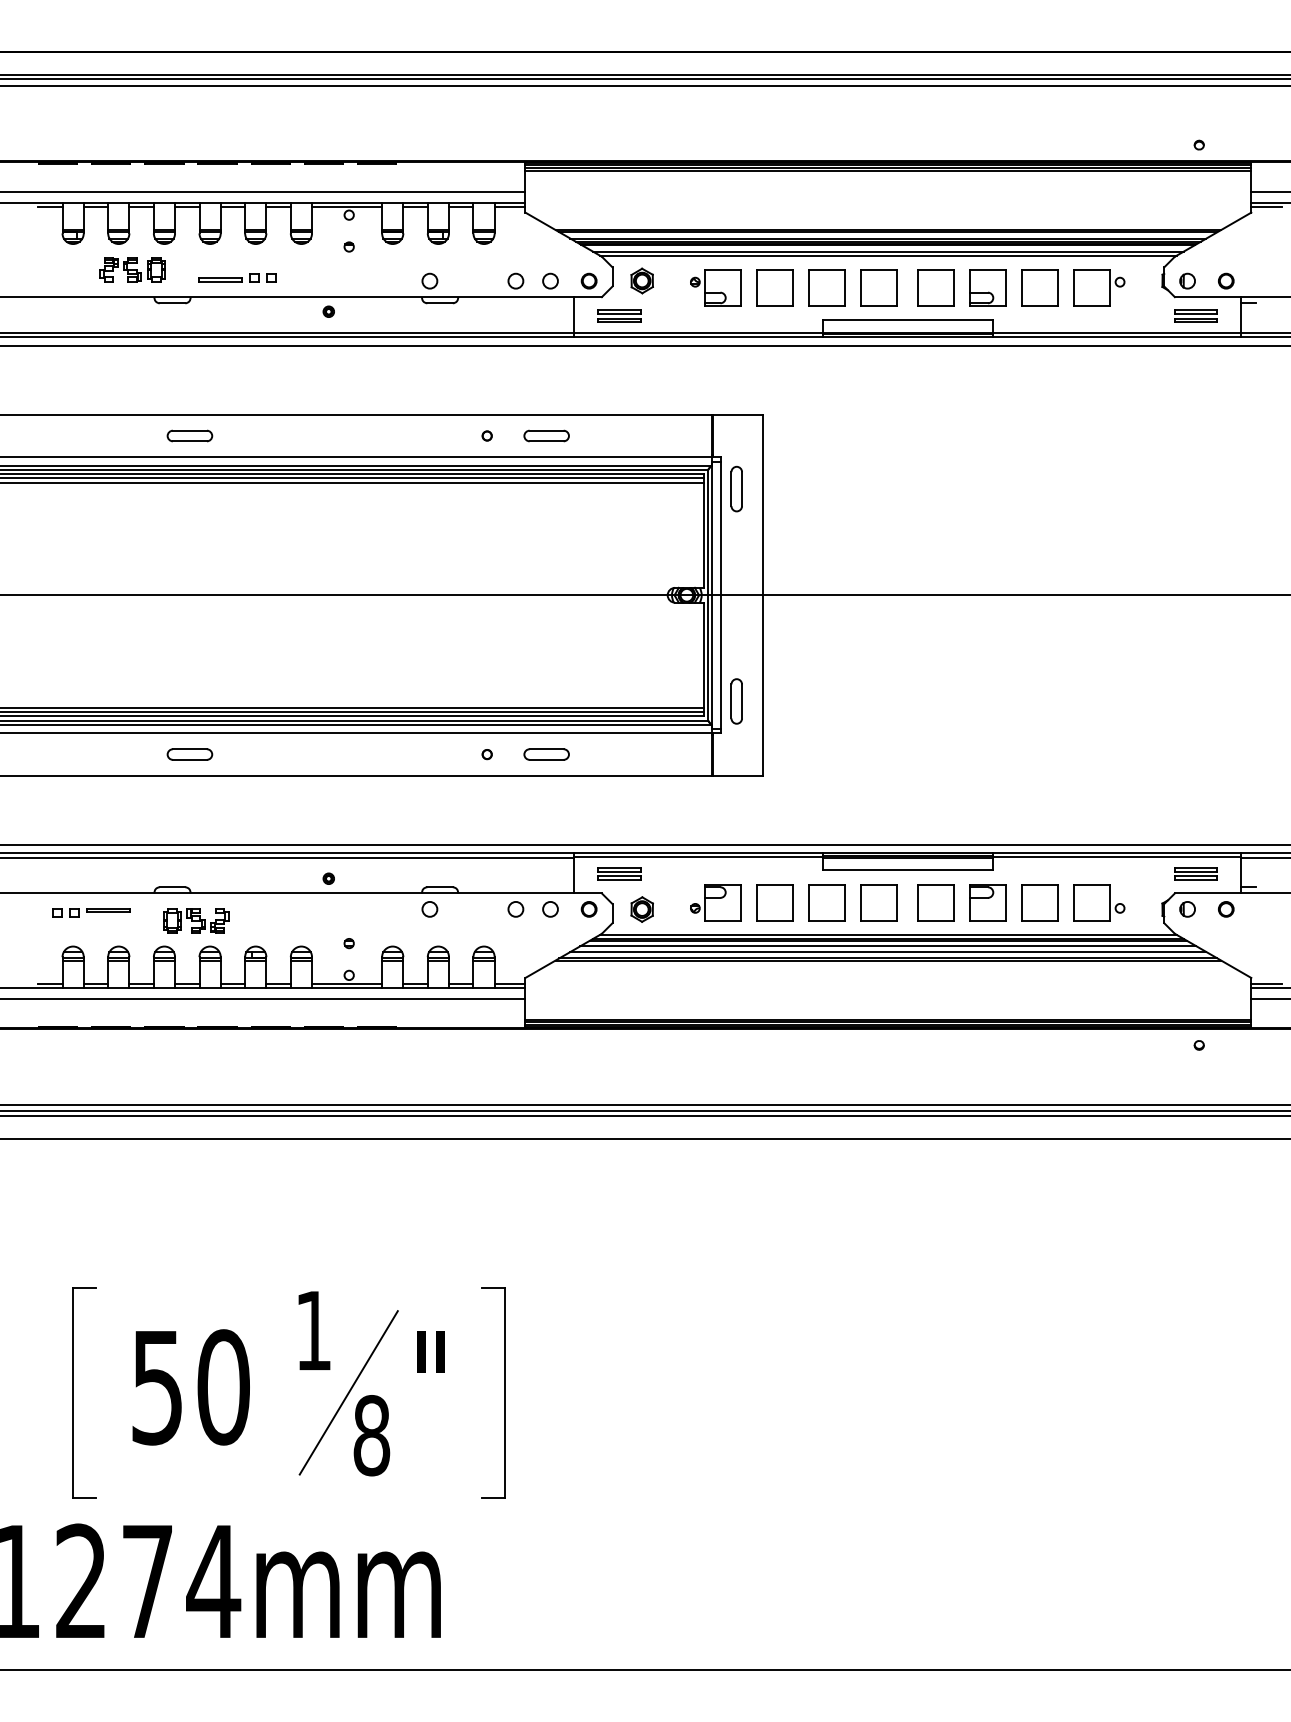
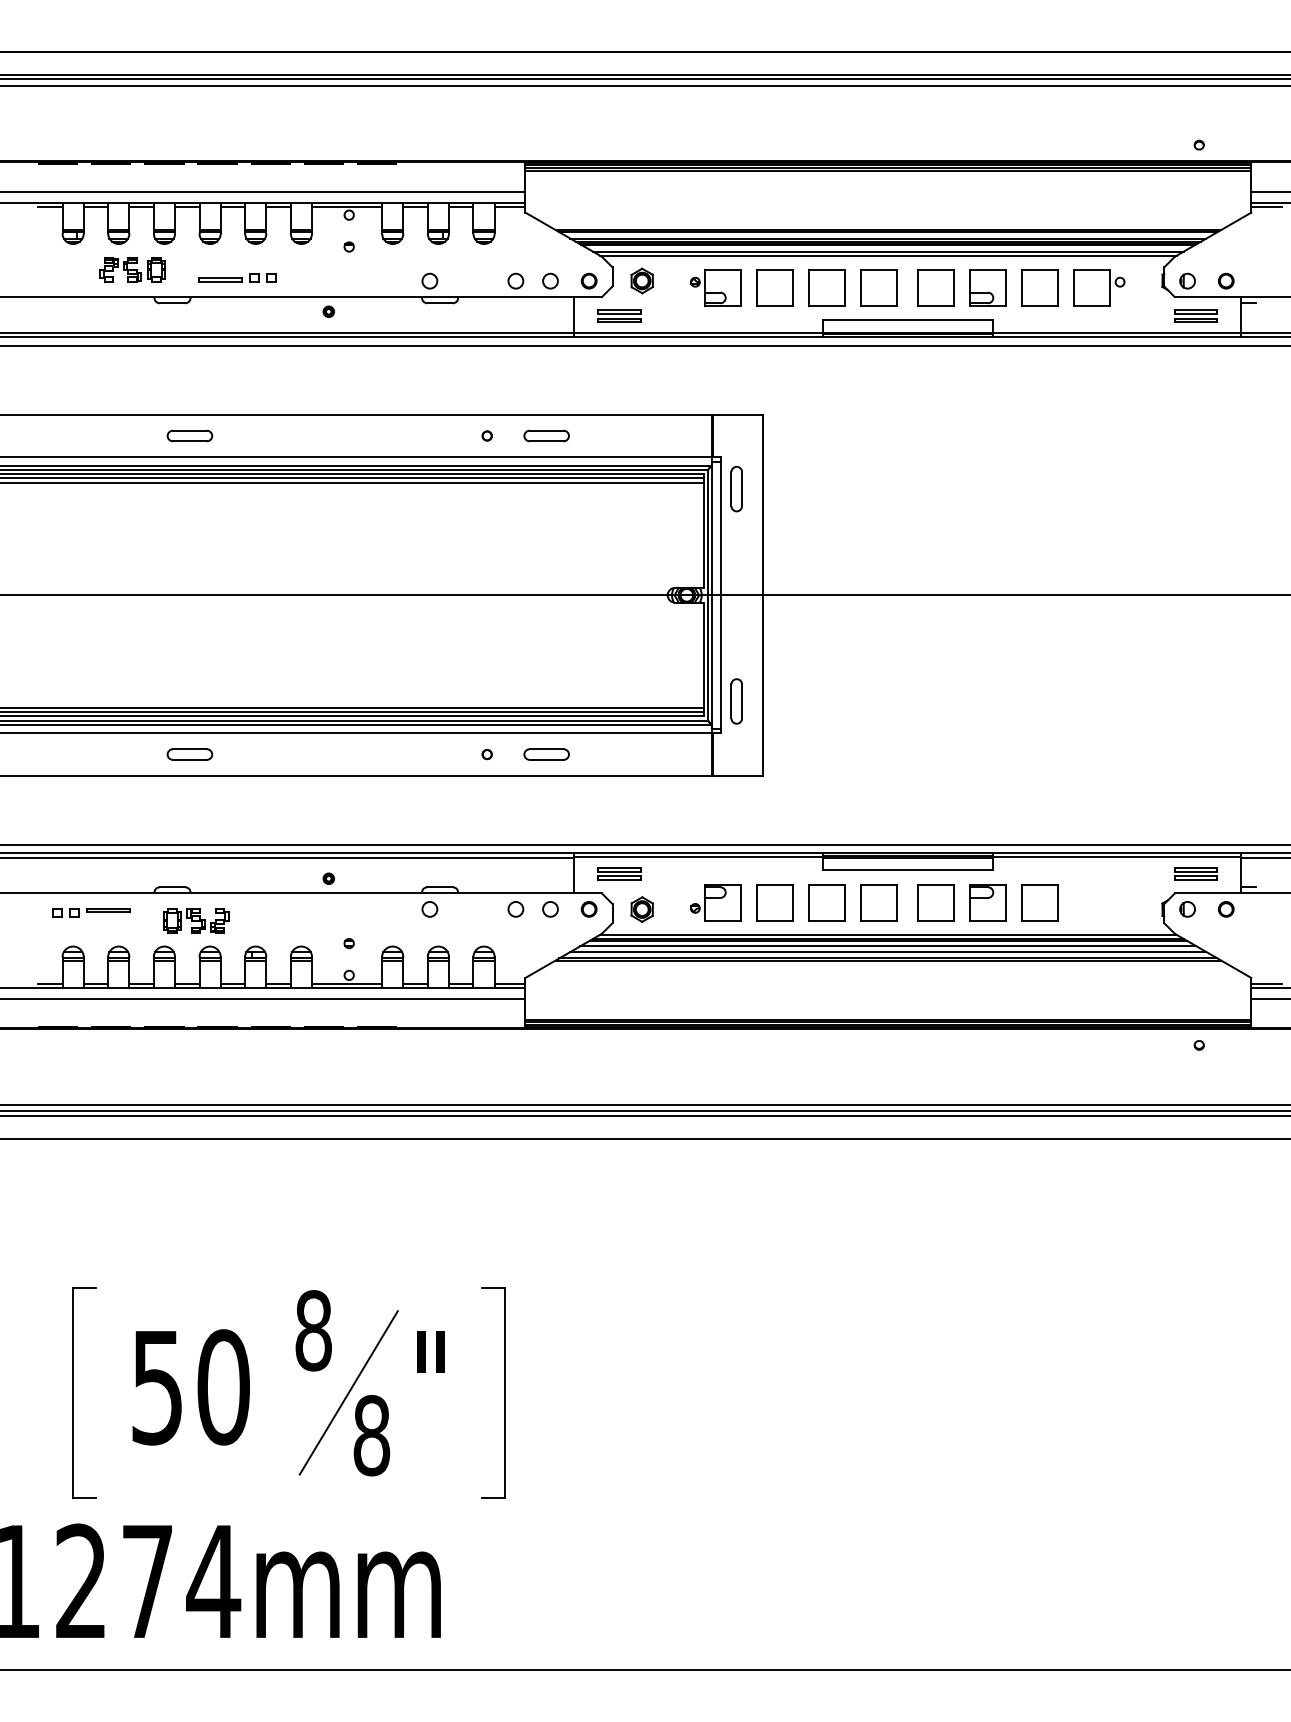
part at (1099, 902): present -> none
text at (313, 1330): 1 -> 8
